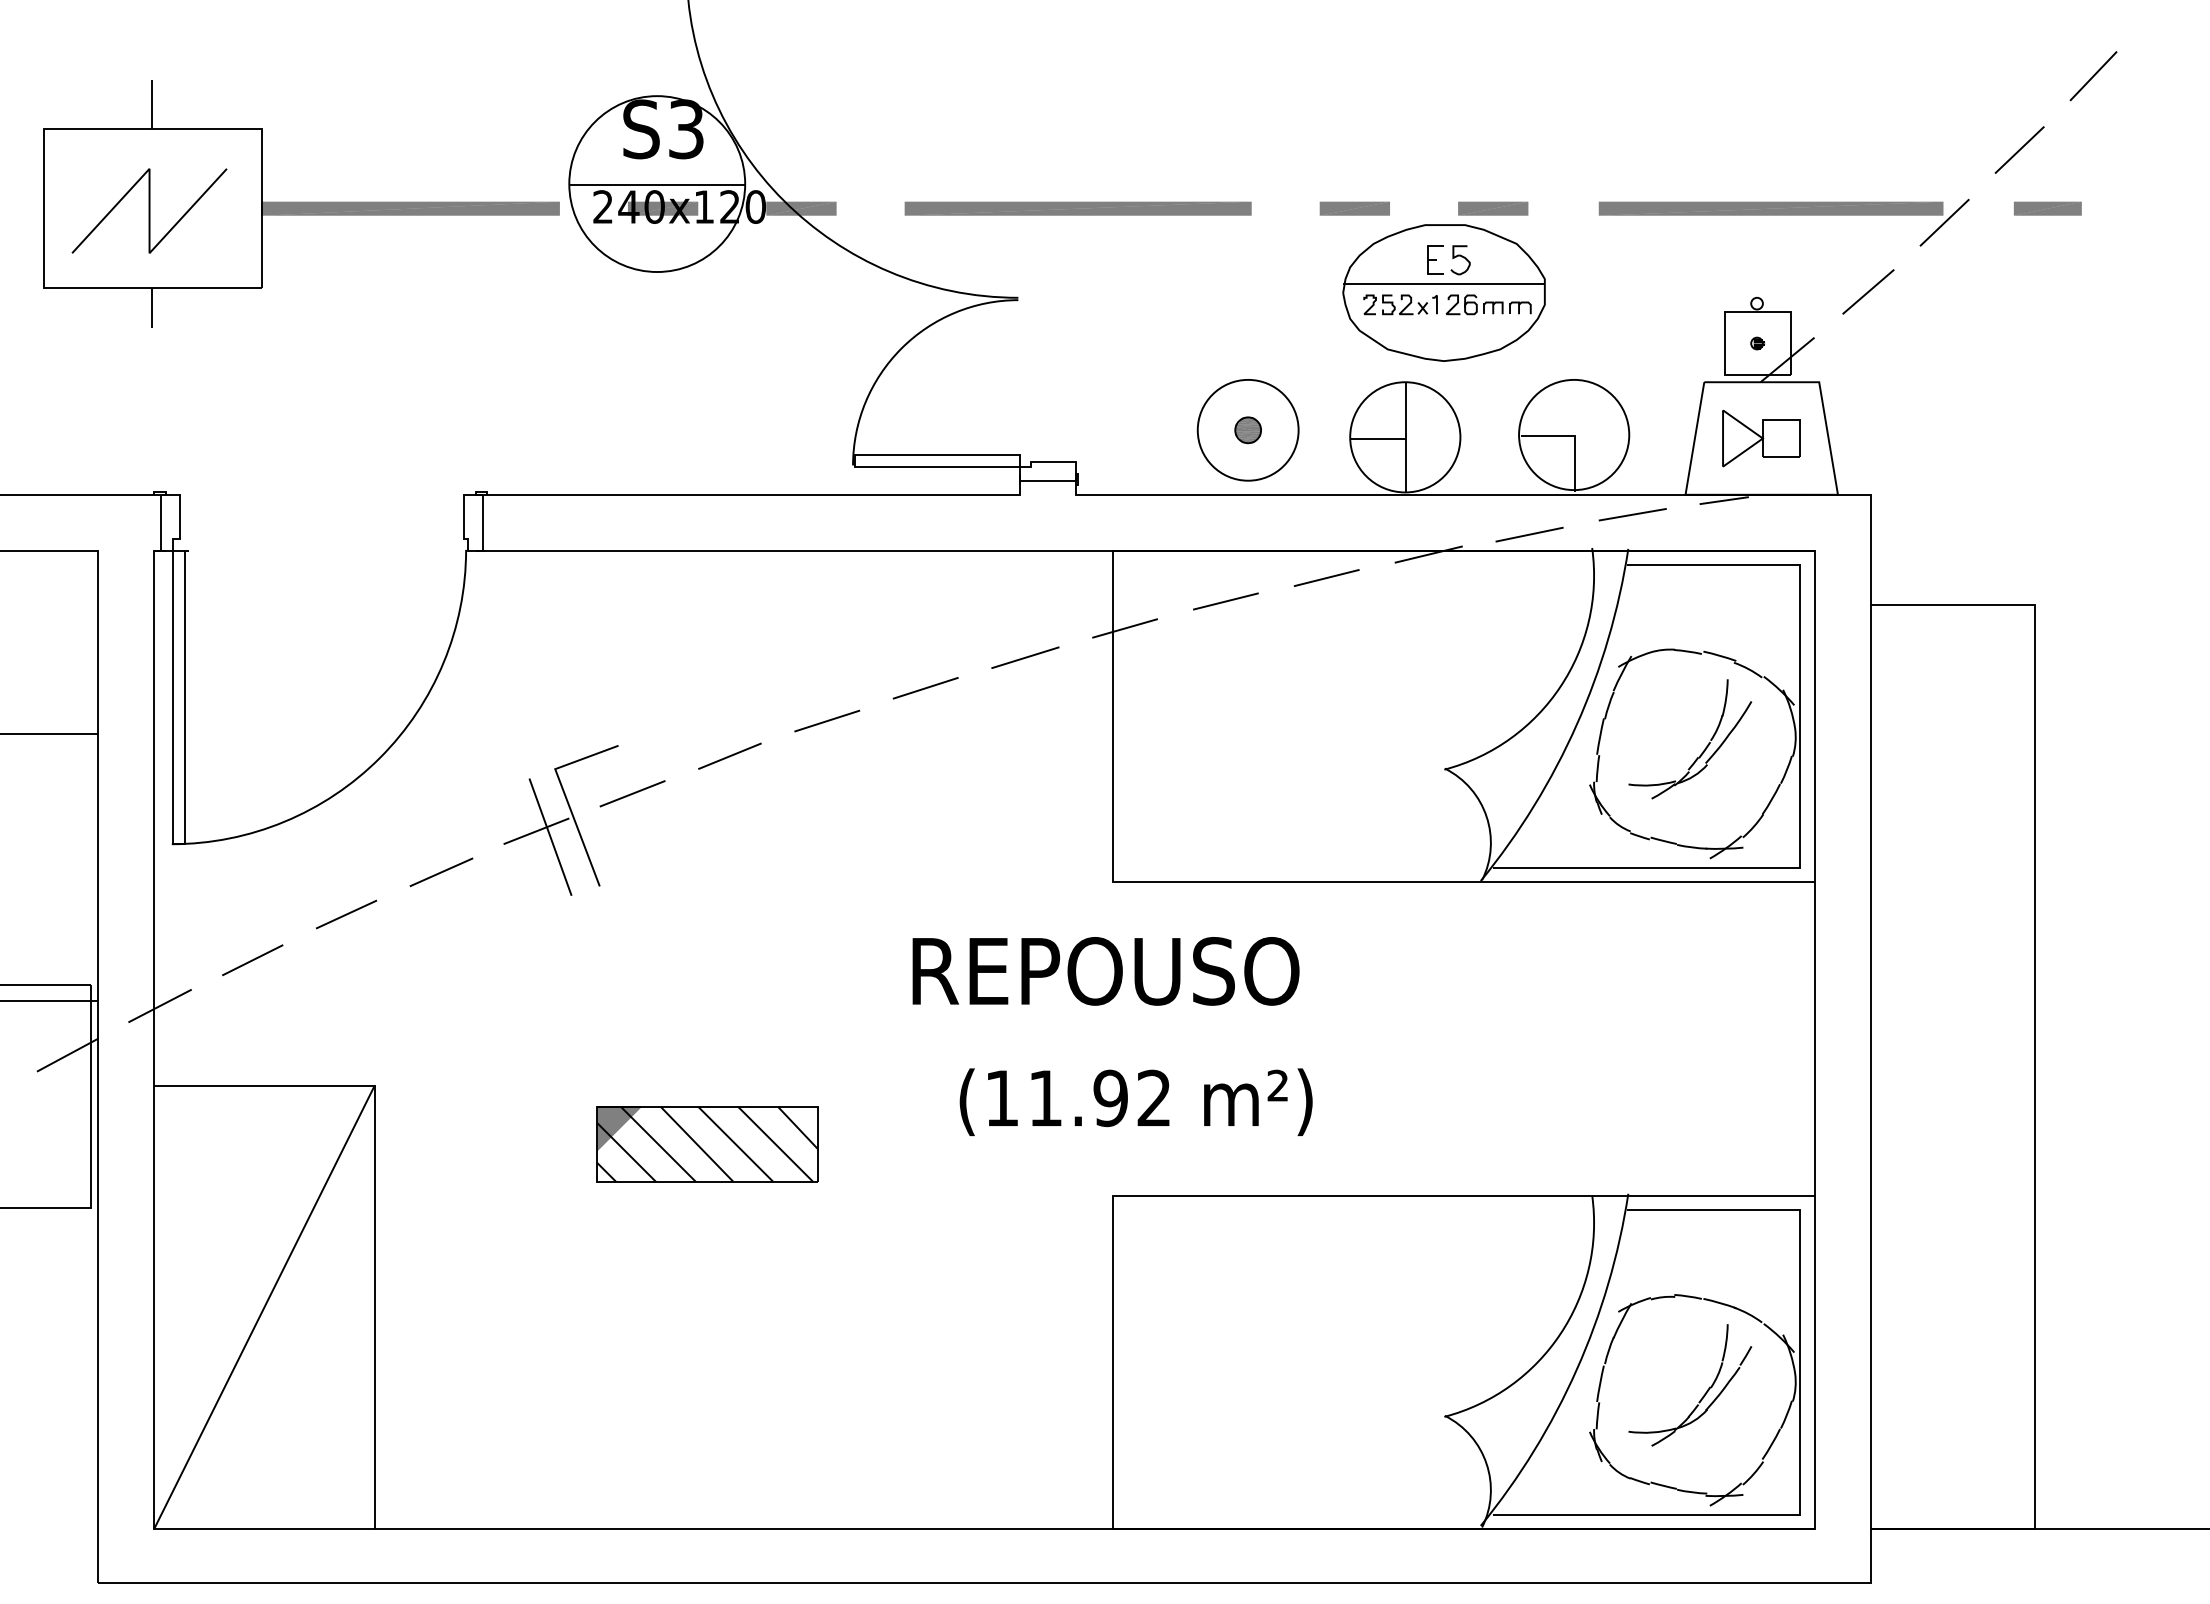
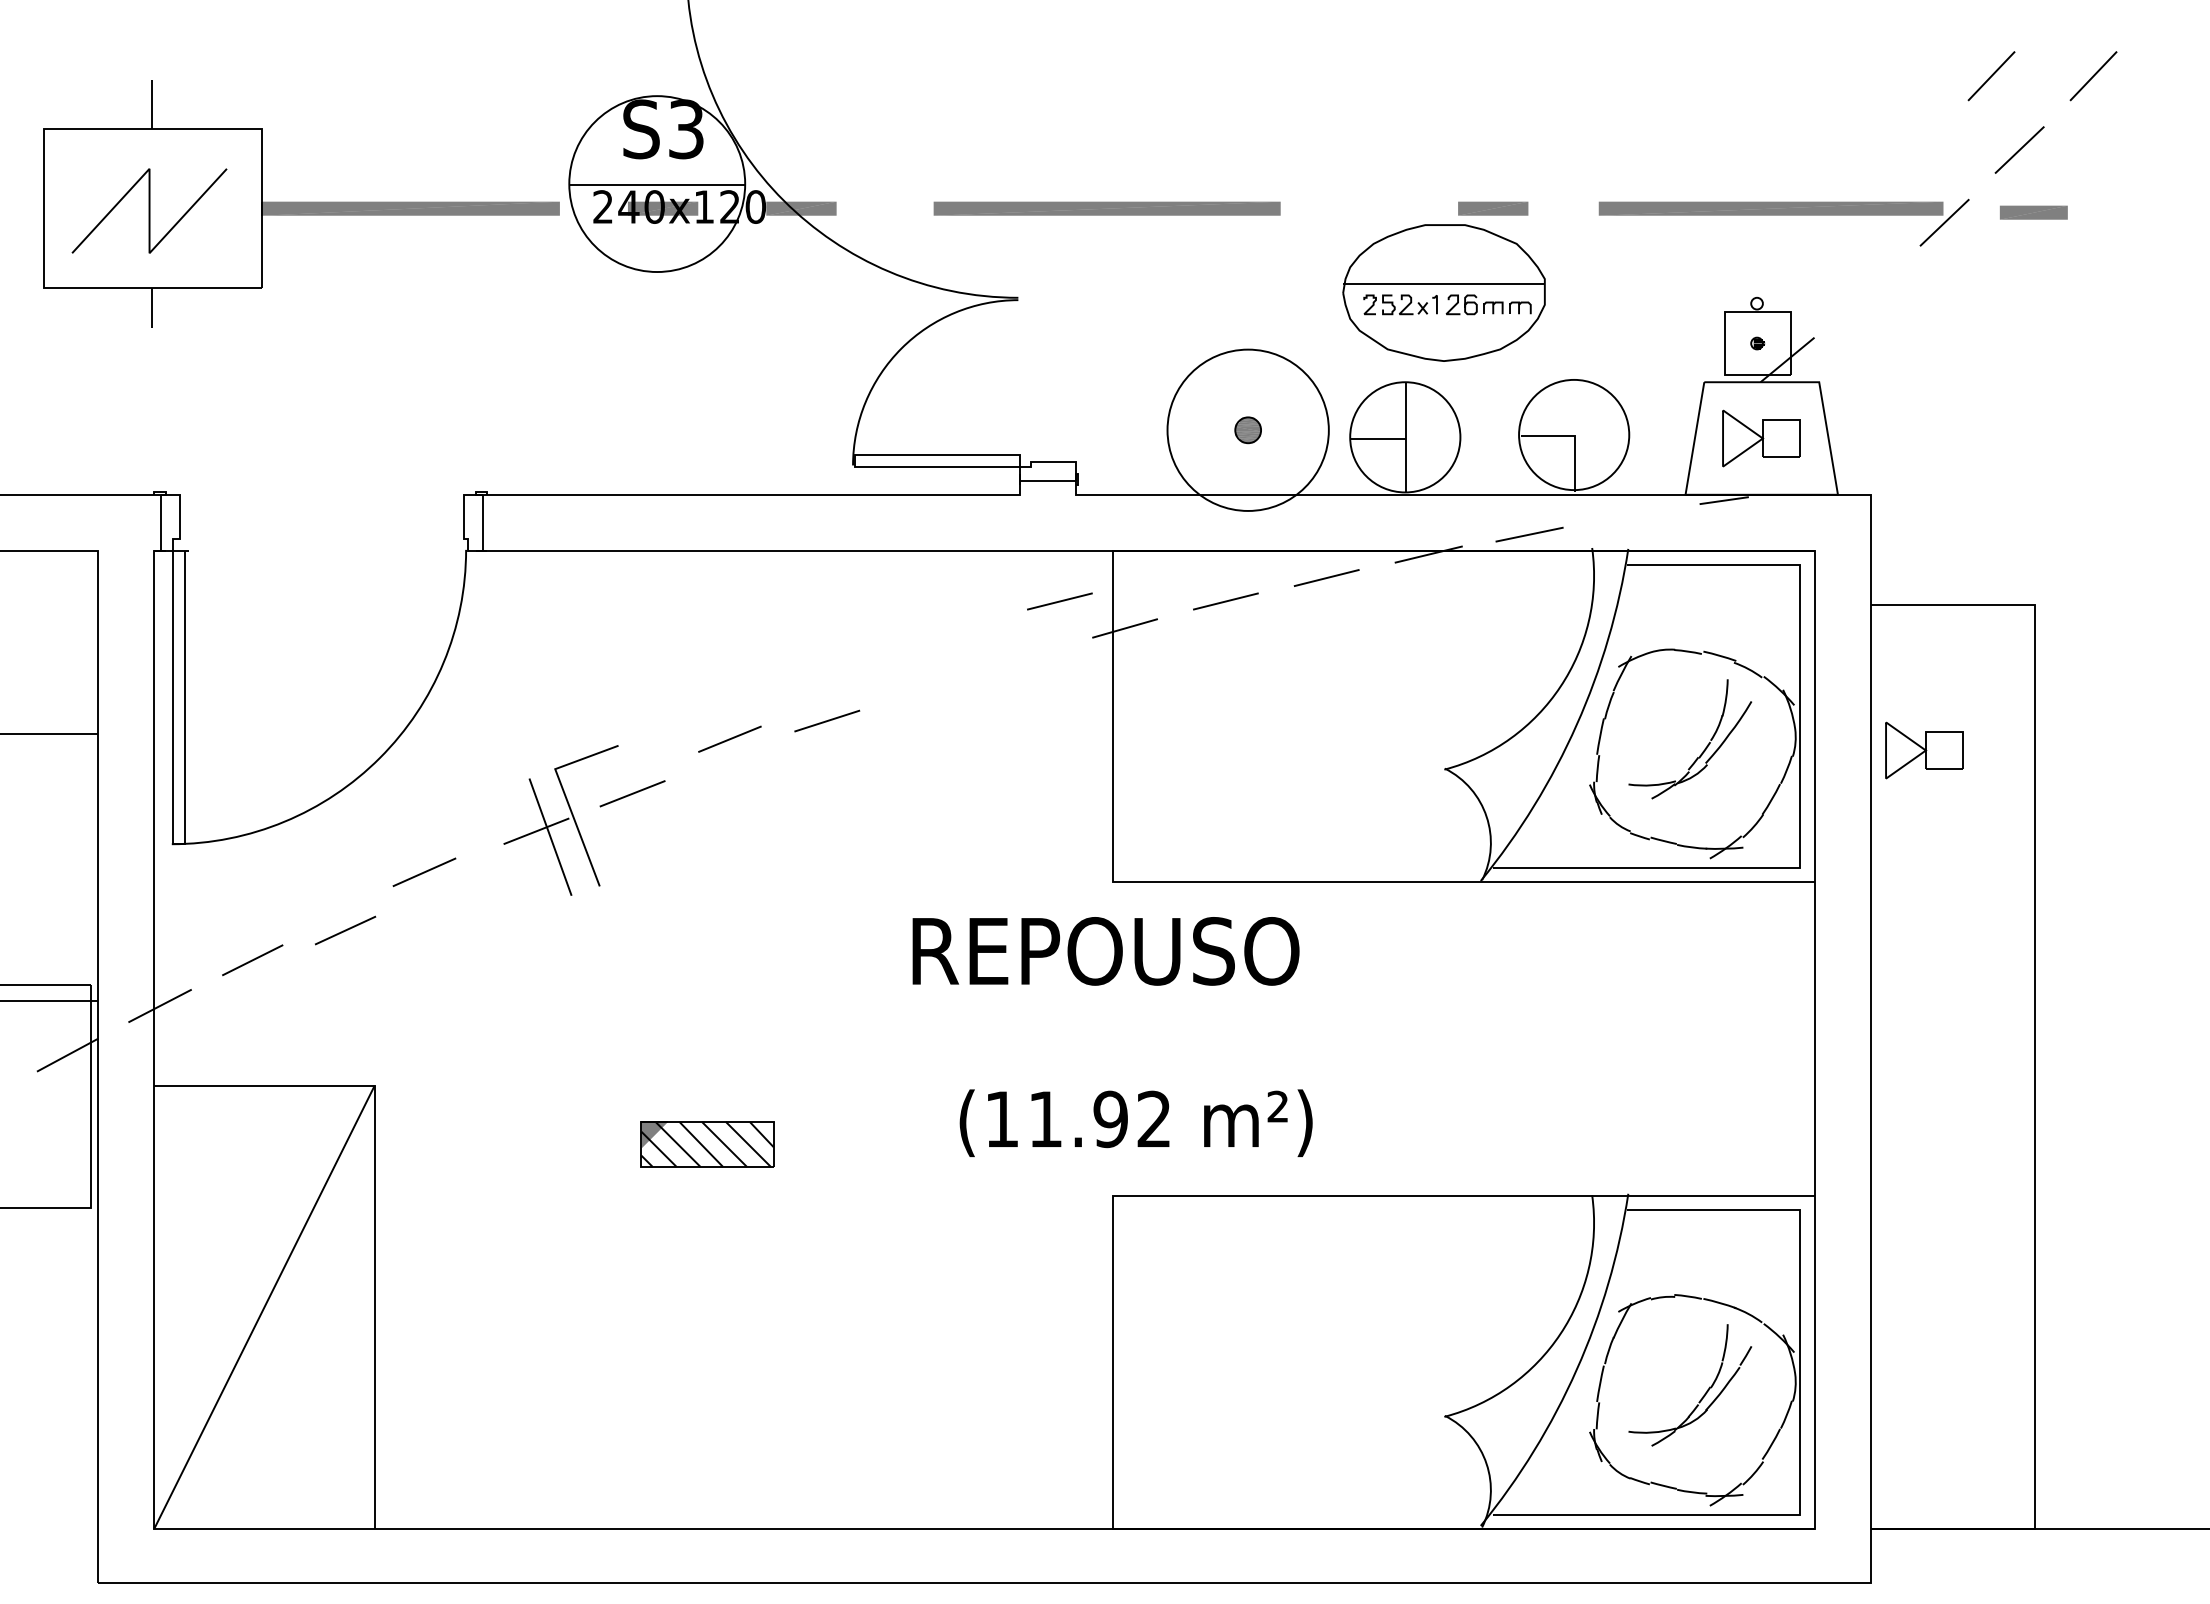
line at (1991, 76): none -> present
part at (1077, 208) position: (1077, 208) -> (1106, 208)
part at (1354, 208): present -> none
part at (2047, 208) position: (2047, 208) -> (2033, 212)
part at (1448, 260): present -> none
line at (1868, 291): present -> none
circle at (1247, 429) diameter: 101 px -> 161 px
line at (1632, 514): present -> none
line at (1059, 601): none -> present
line at (1025, 657): present -> none
line at (925, 688): present -> none
part at (1924, 750): none -> present
line at (729, 755) position: (729, 755) -> (729, 738)
line at (441, 871) position: (441, 871) -> (424, 871)
line at (346, 914) position: (346, 914) -> (345, 930)
text at (1105, 971) position: (1105, 971) -> (1105, 951)
text at (1135, 1101) position: (1135, 1101) -> (1135, 1122)
part at (707, 1144) size: 223x77 px -> 135x47 px
